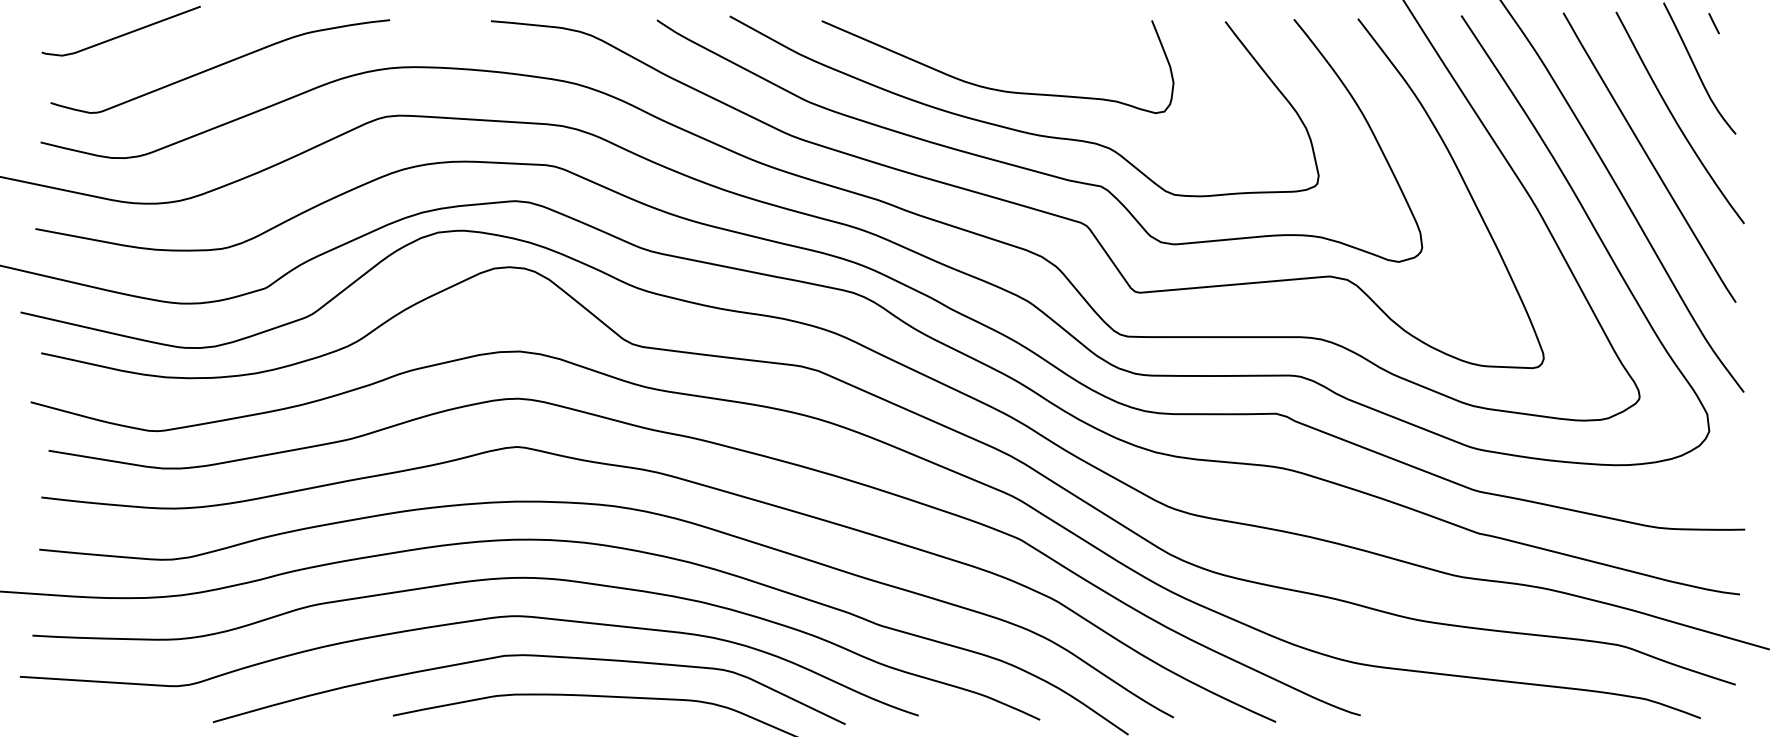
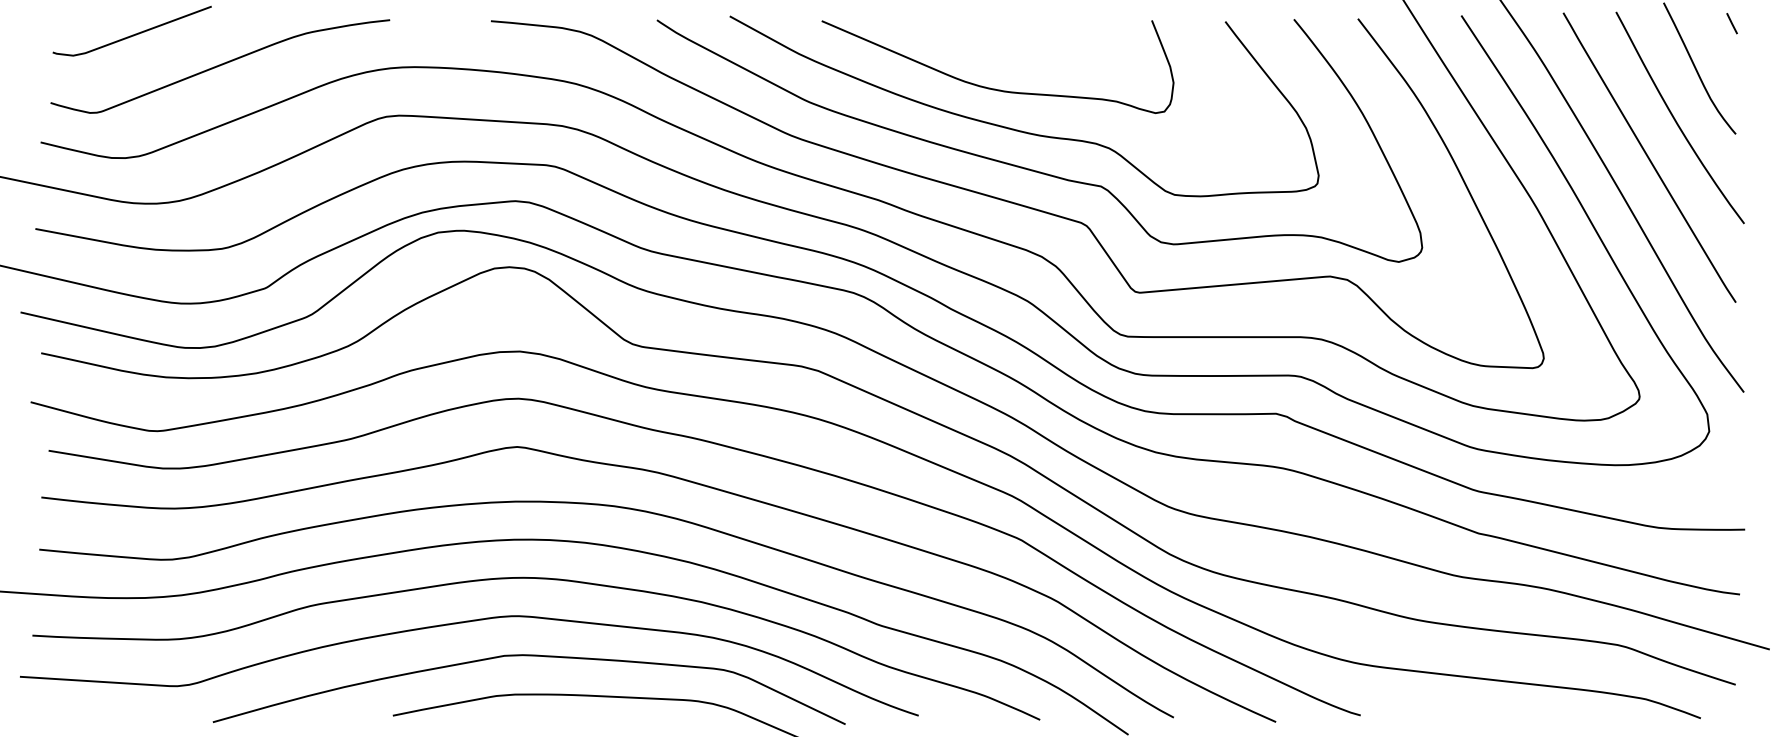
line at (1713, 23) position: (1713, 23) -> (1731, 23)
line at (121, 34) position: (121, 34) -> (132, 34)
